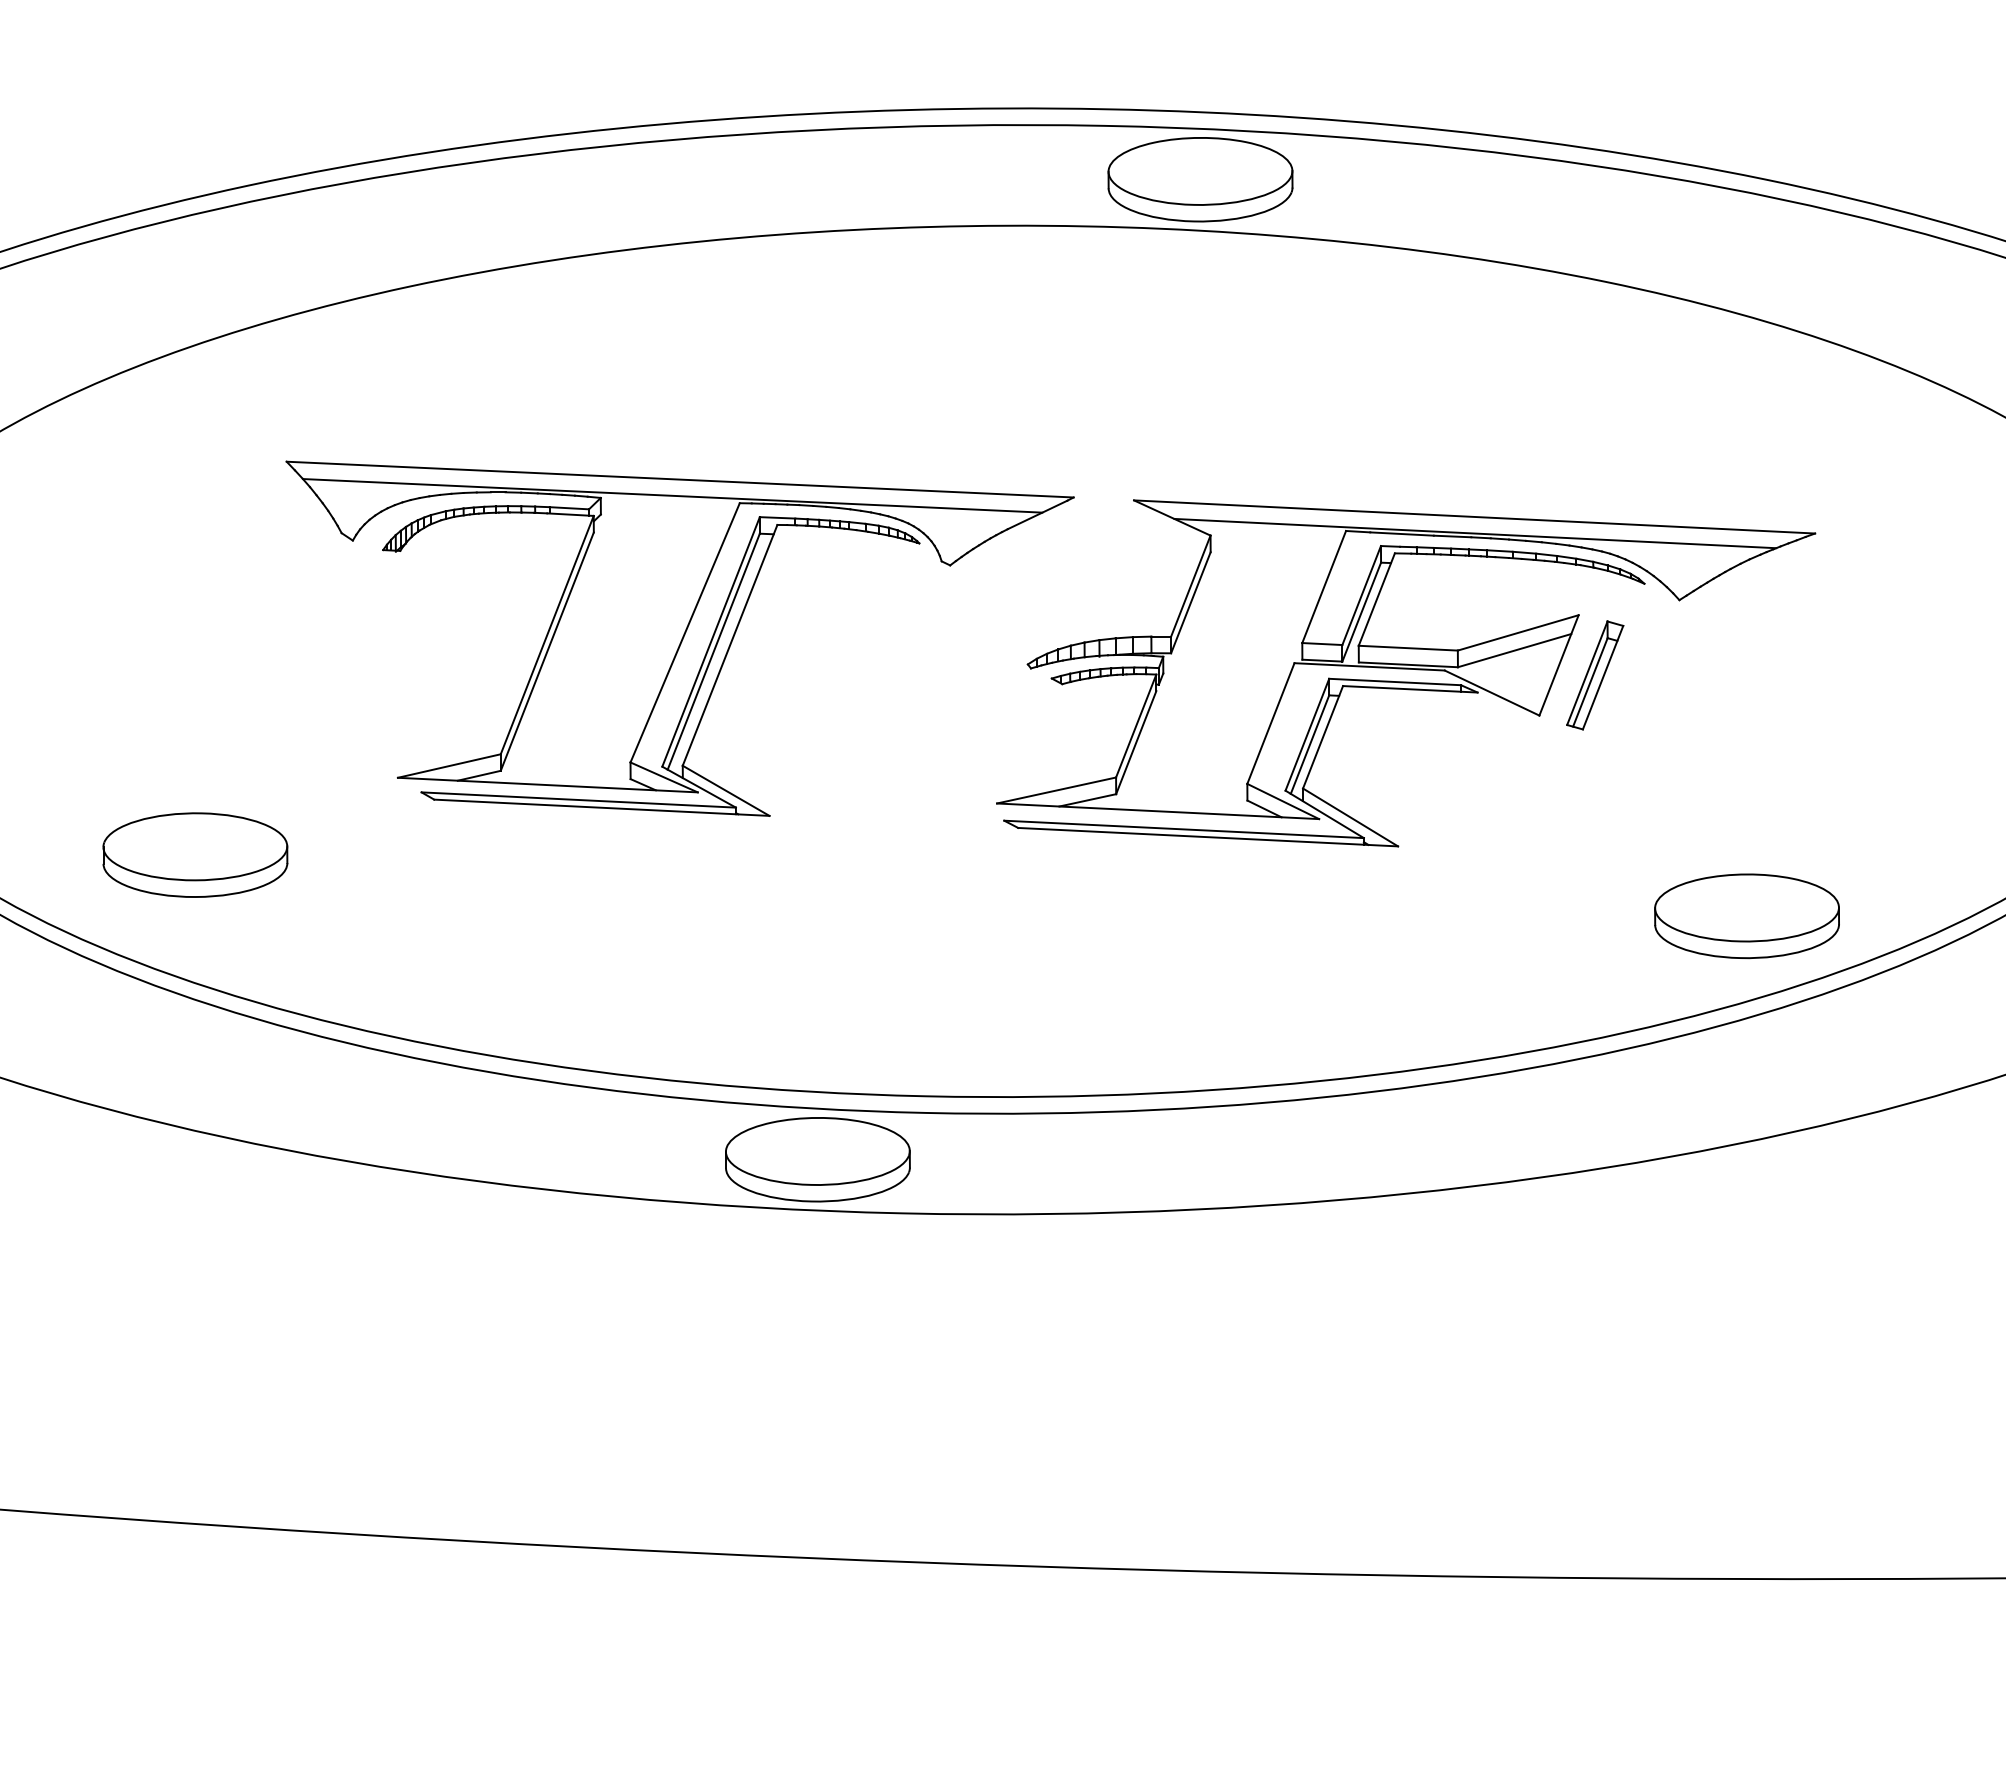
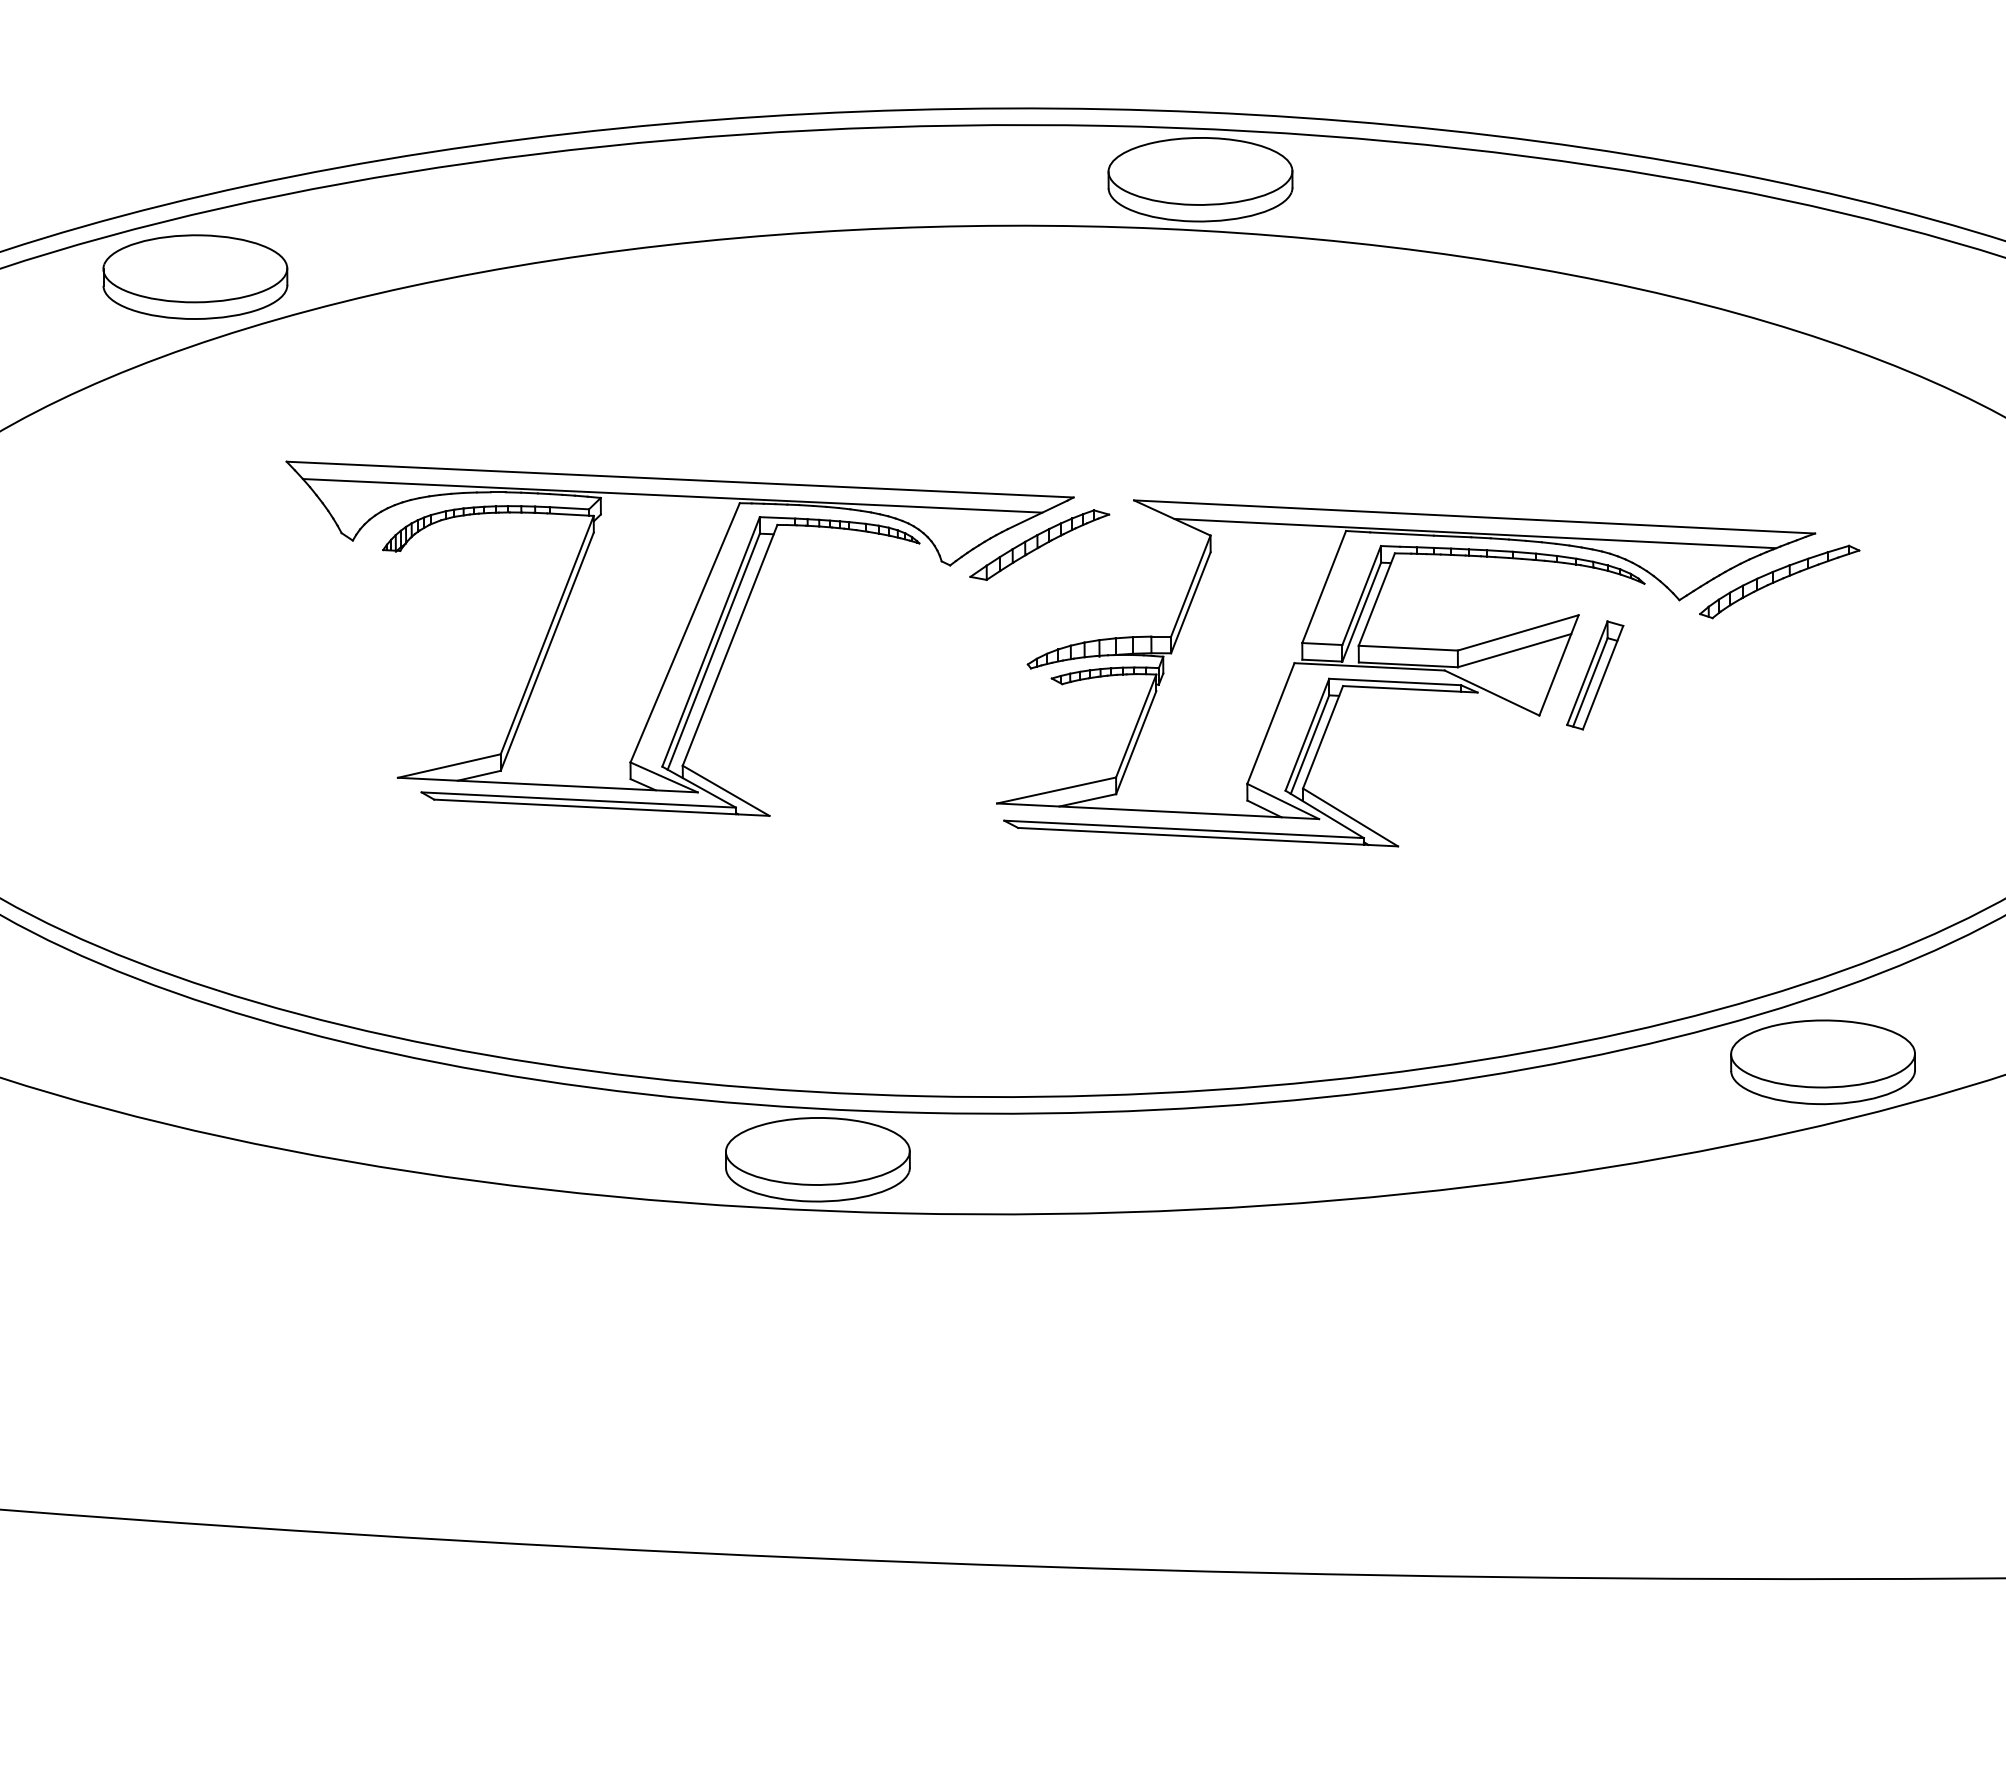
part at (1039, 544): none -> present
part at (1779, 581): none -> present
part at (195, 854) position: (195, 854) -> (195, 276)
part at (1746, 916) position: (1746, 916) -> (1822, 1062)
